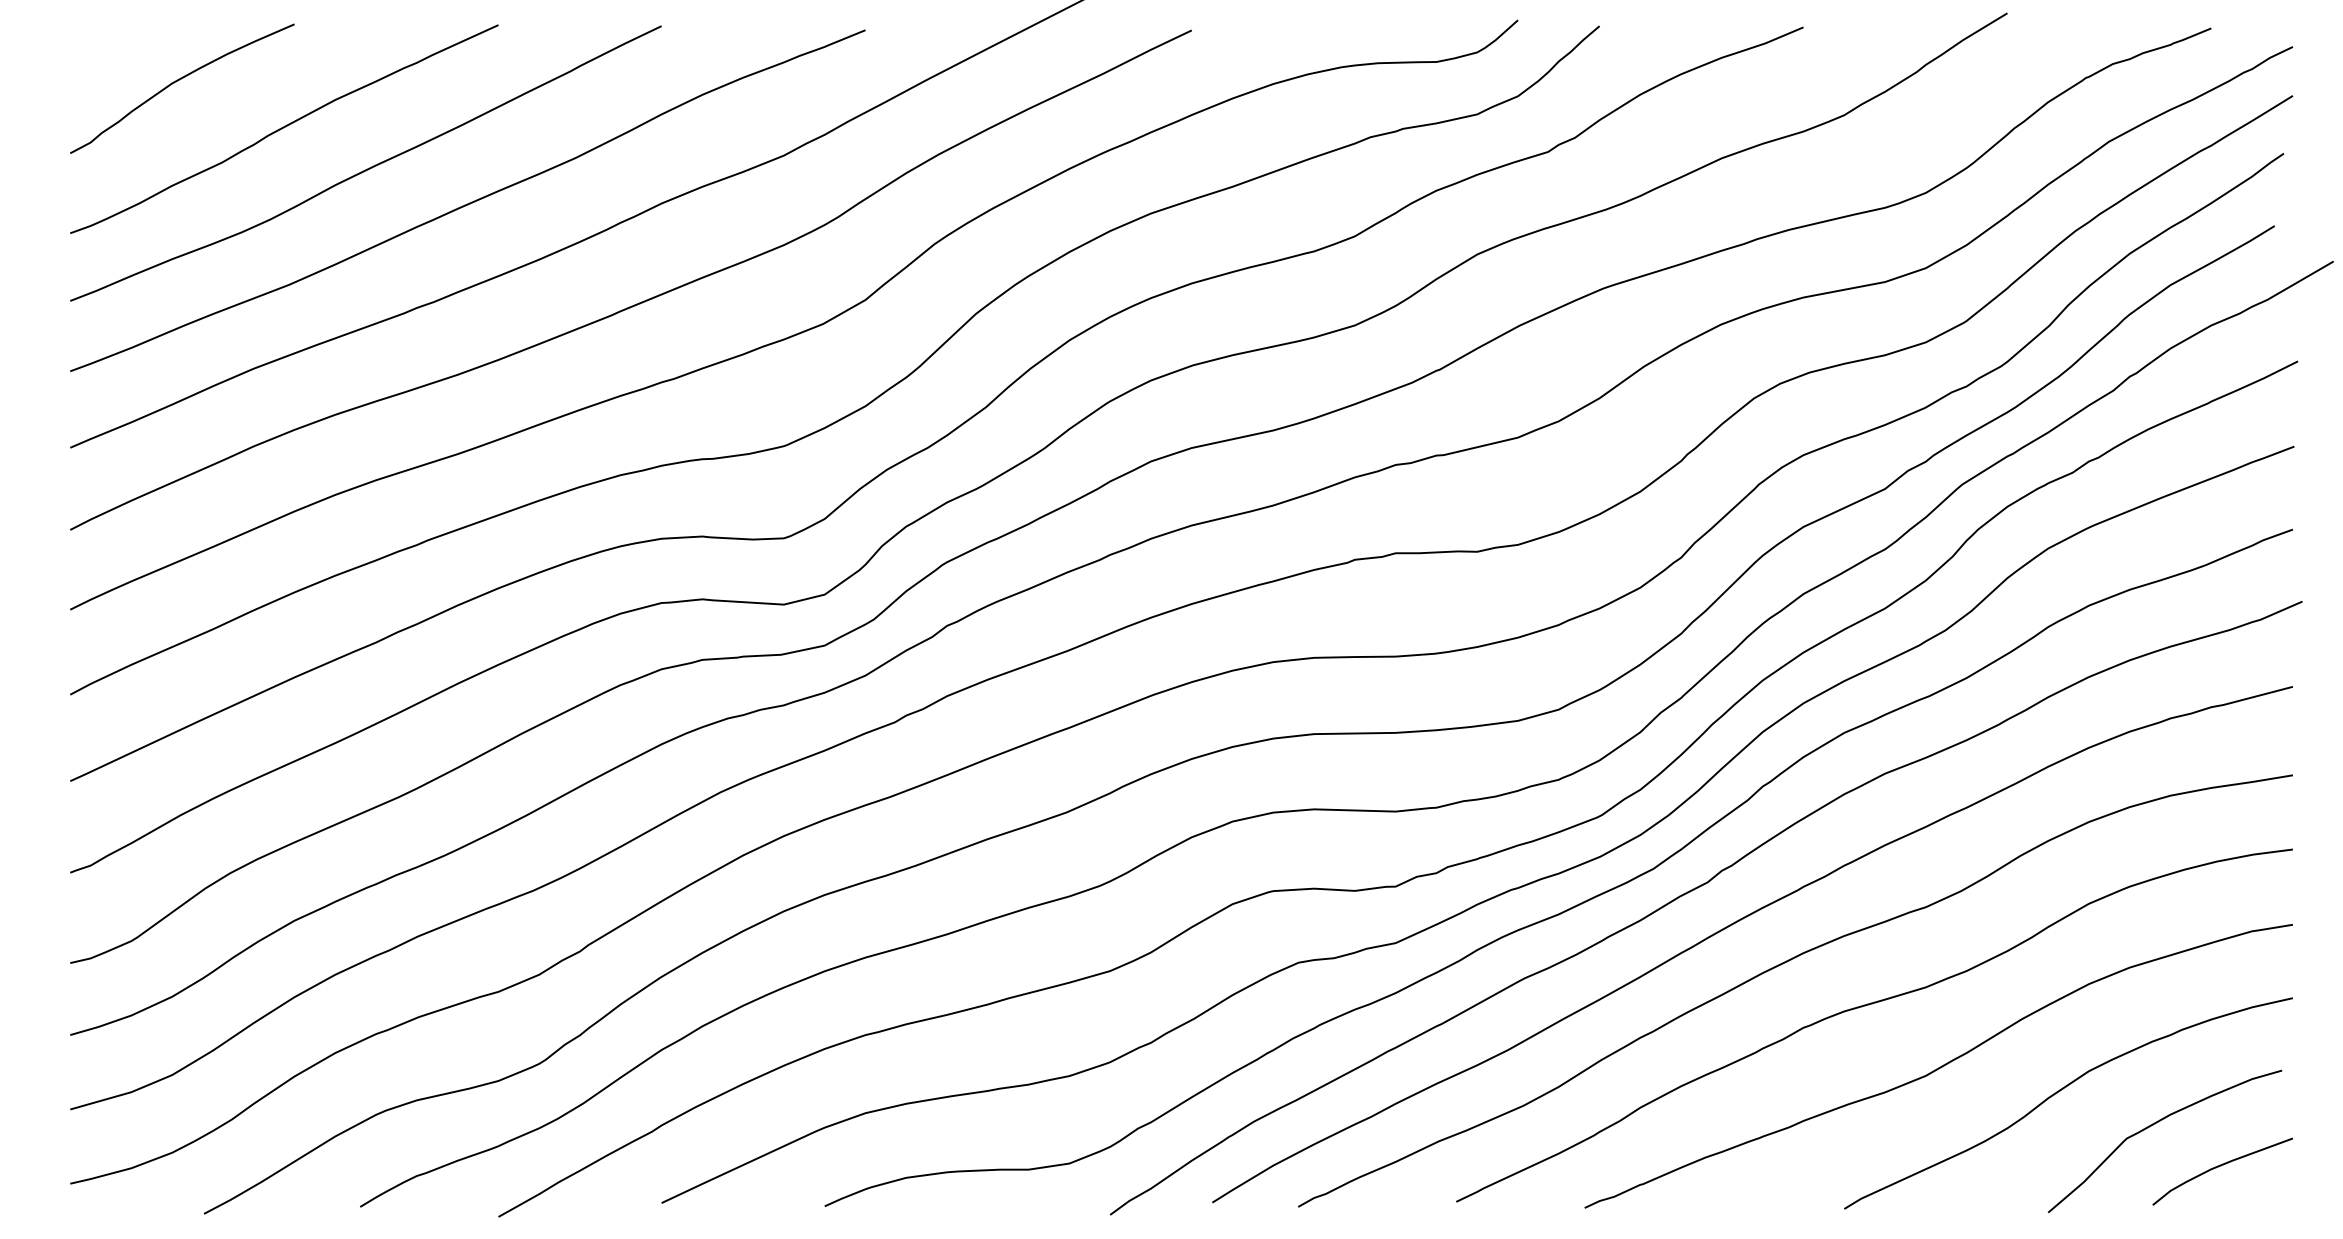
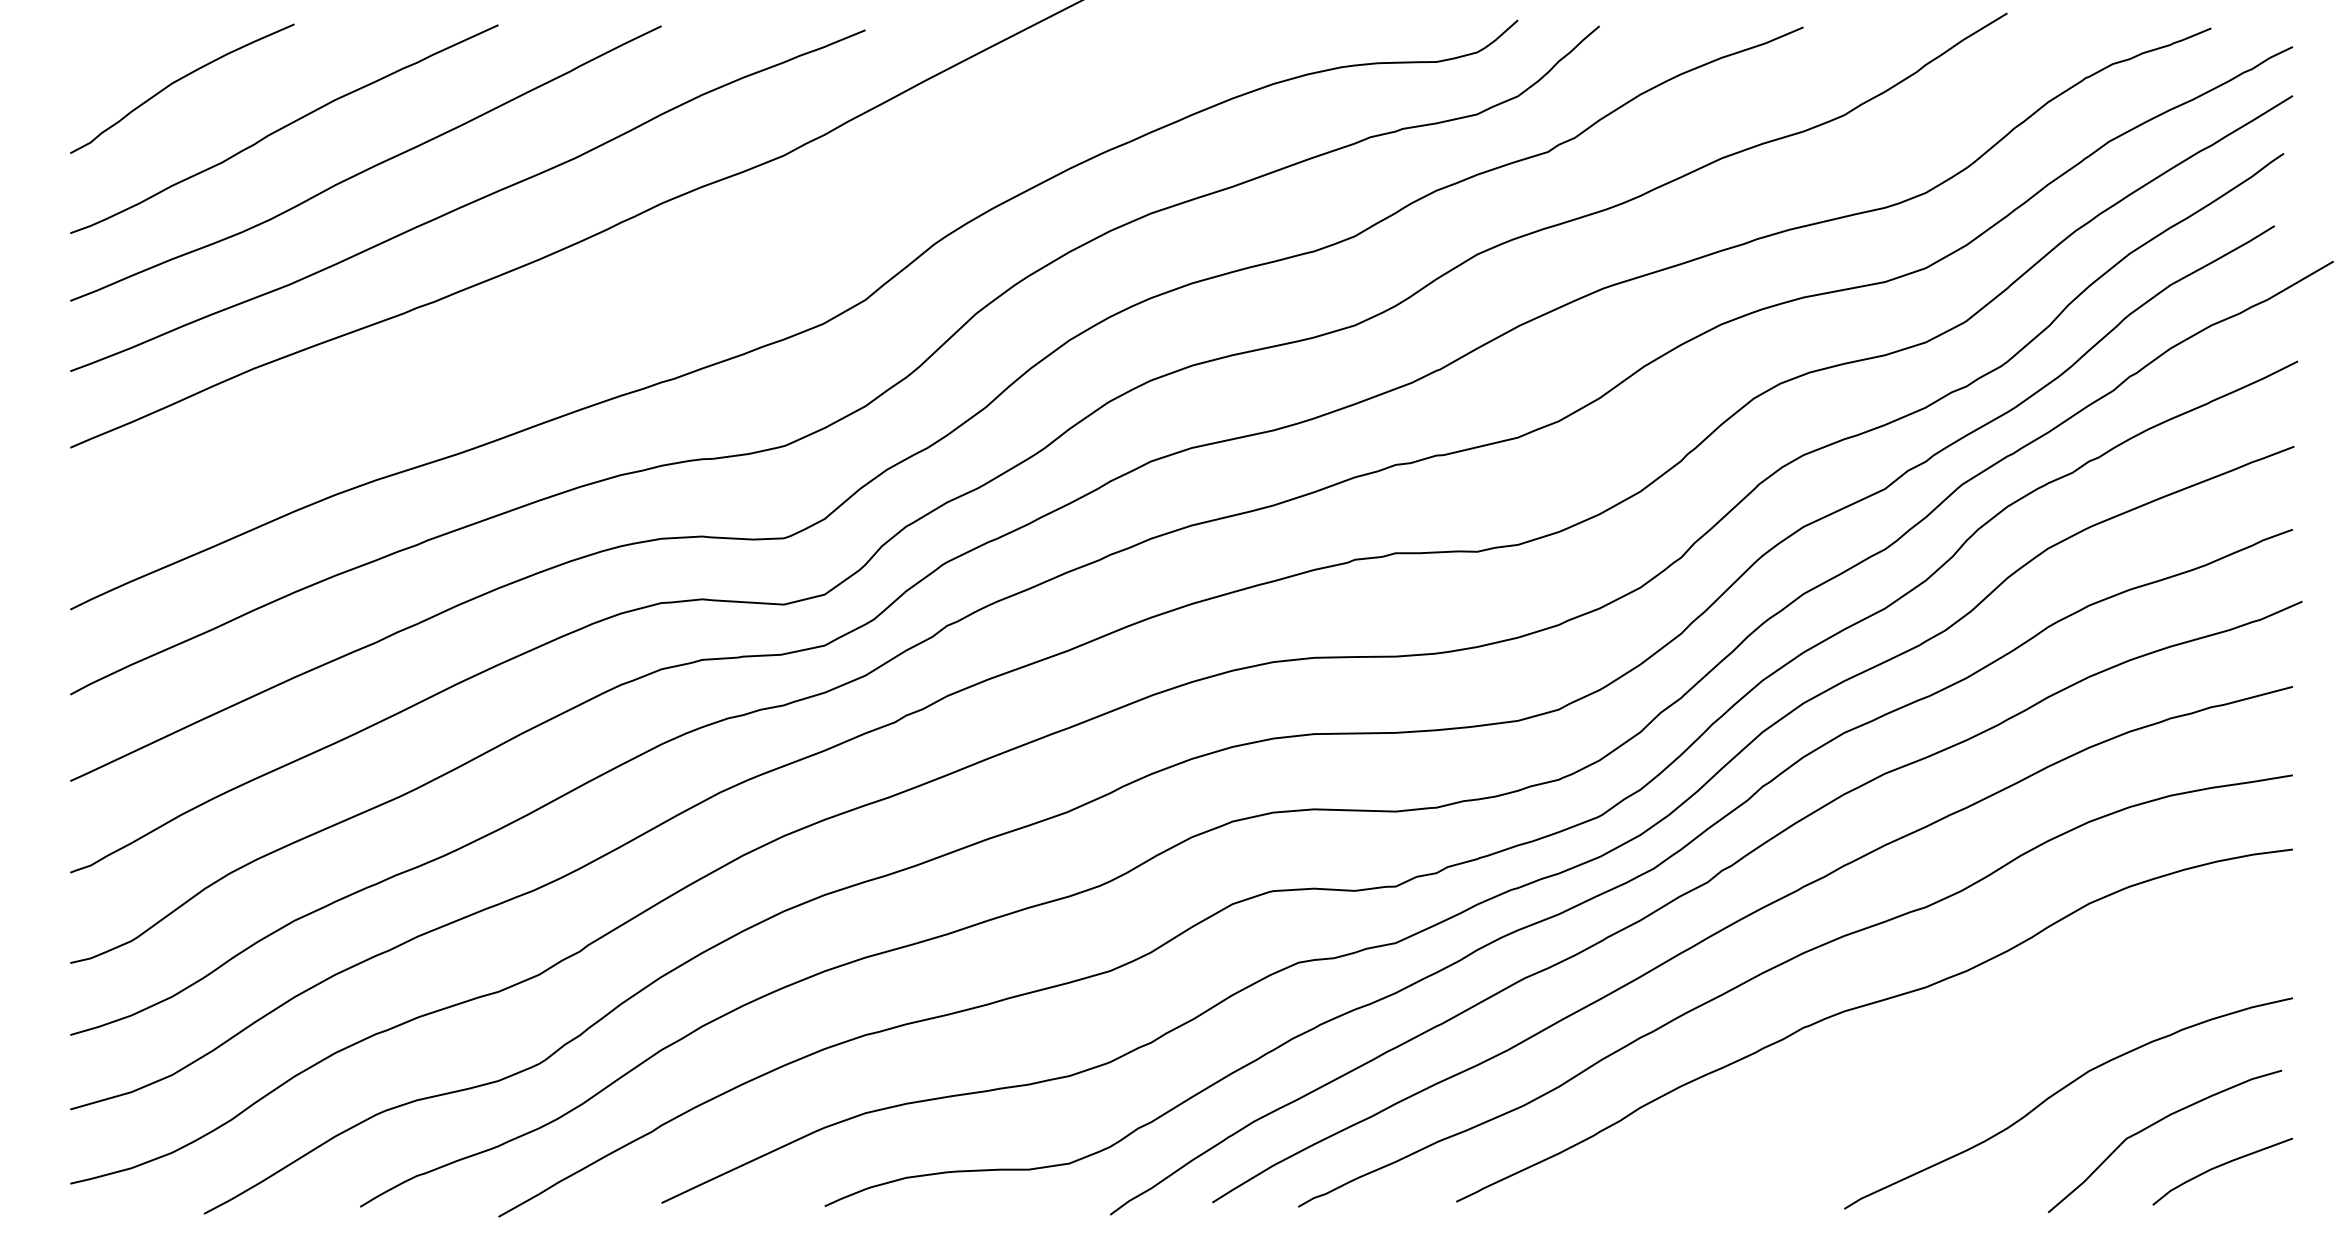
curve at (641, 301): present -> none
curve at (1938, 1067): present -> none
